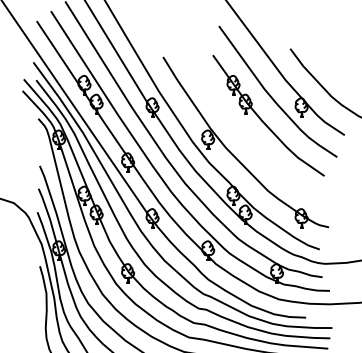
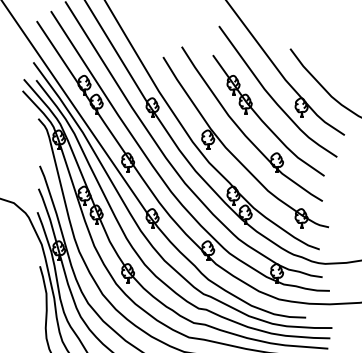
part at (243, 131): none -> present
